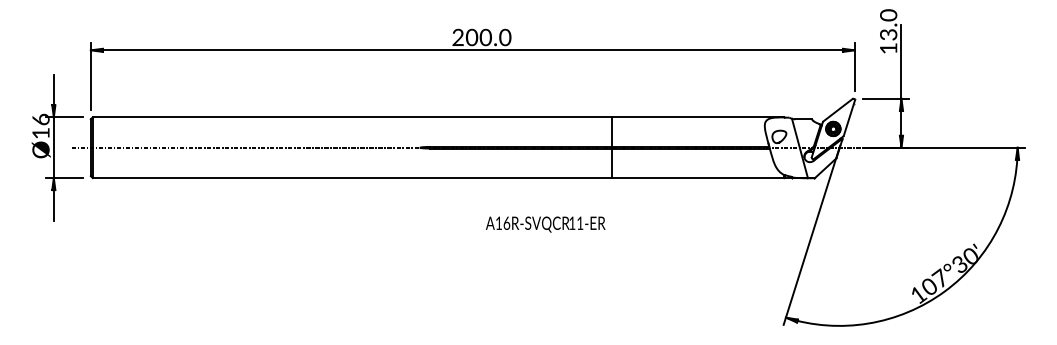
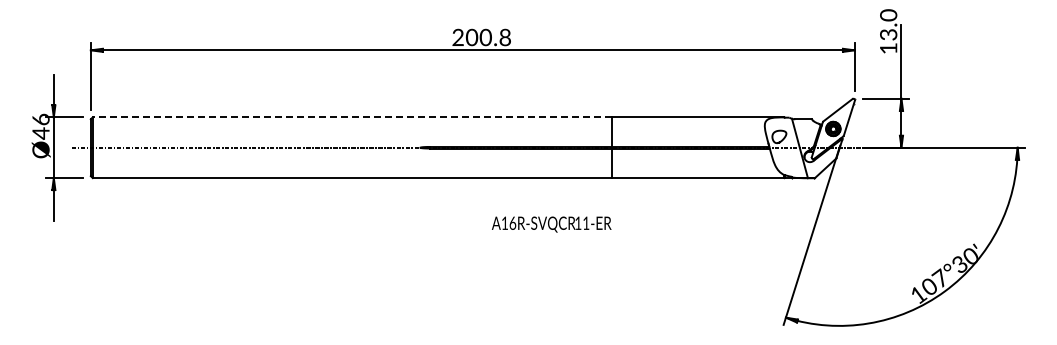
text at (505, 37): 200.0 -> 200.8
line at (352, 117): solid -> dashed
text at (40, 133): Ø16 -> Ø46
text at (545, 224) position: (545, 224) -> (551, 224)
